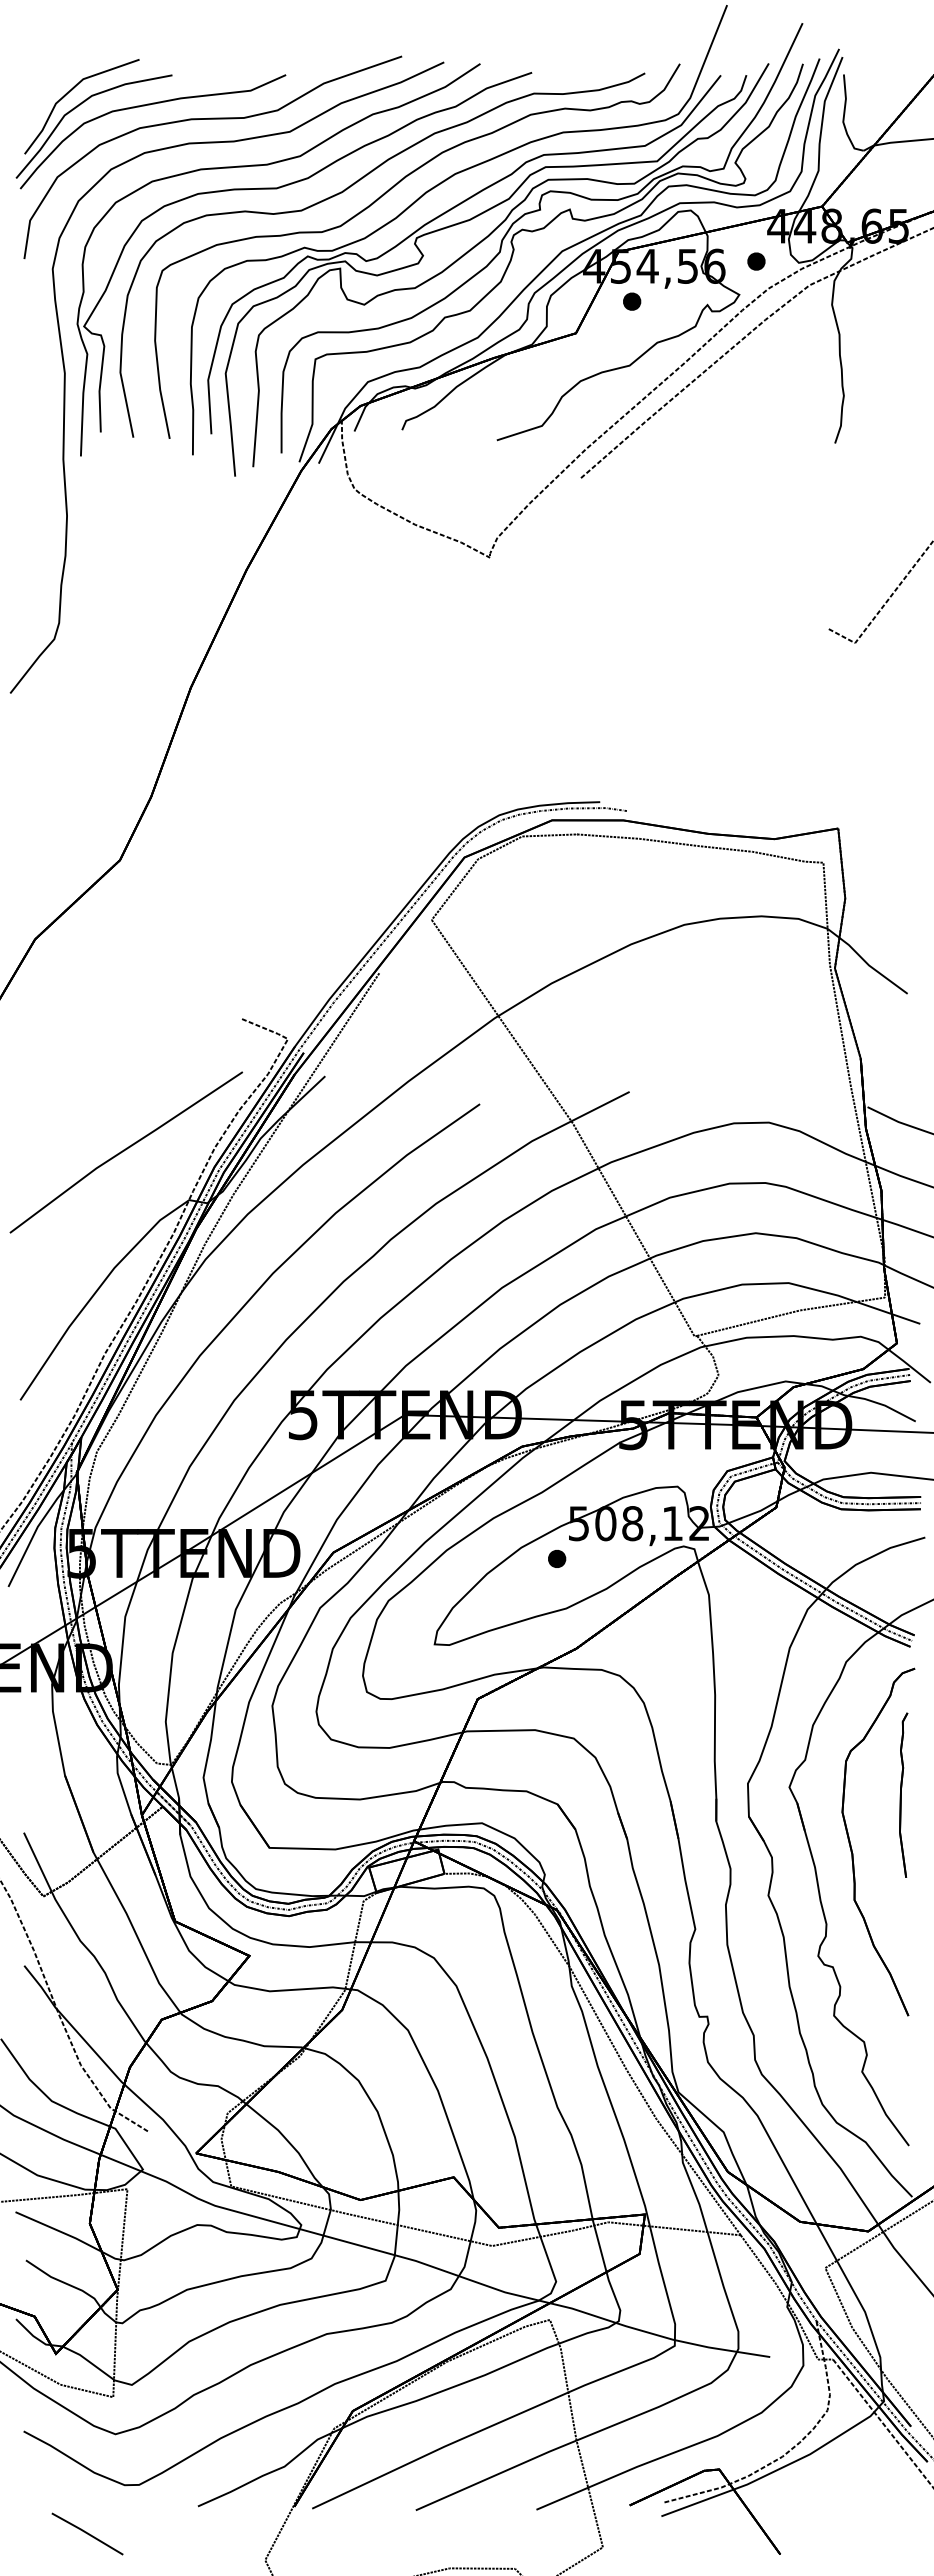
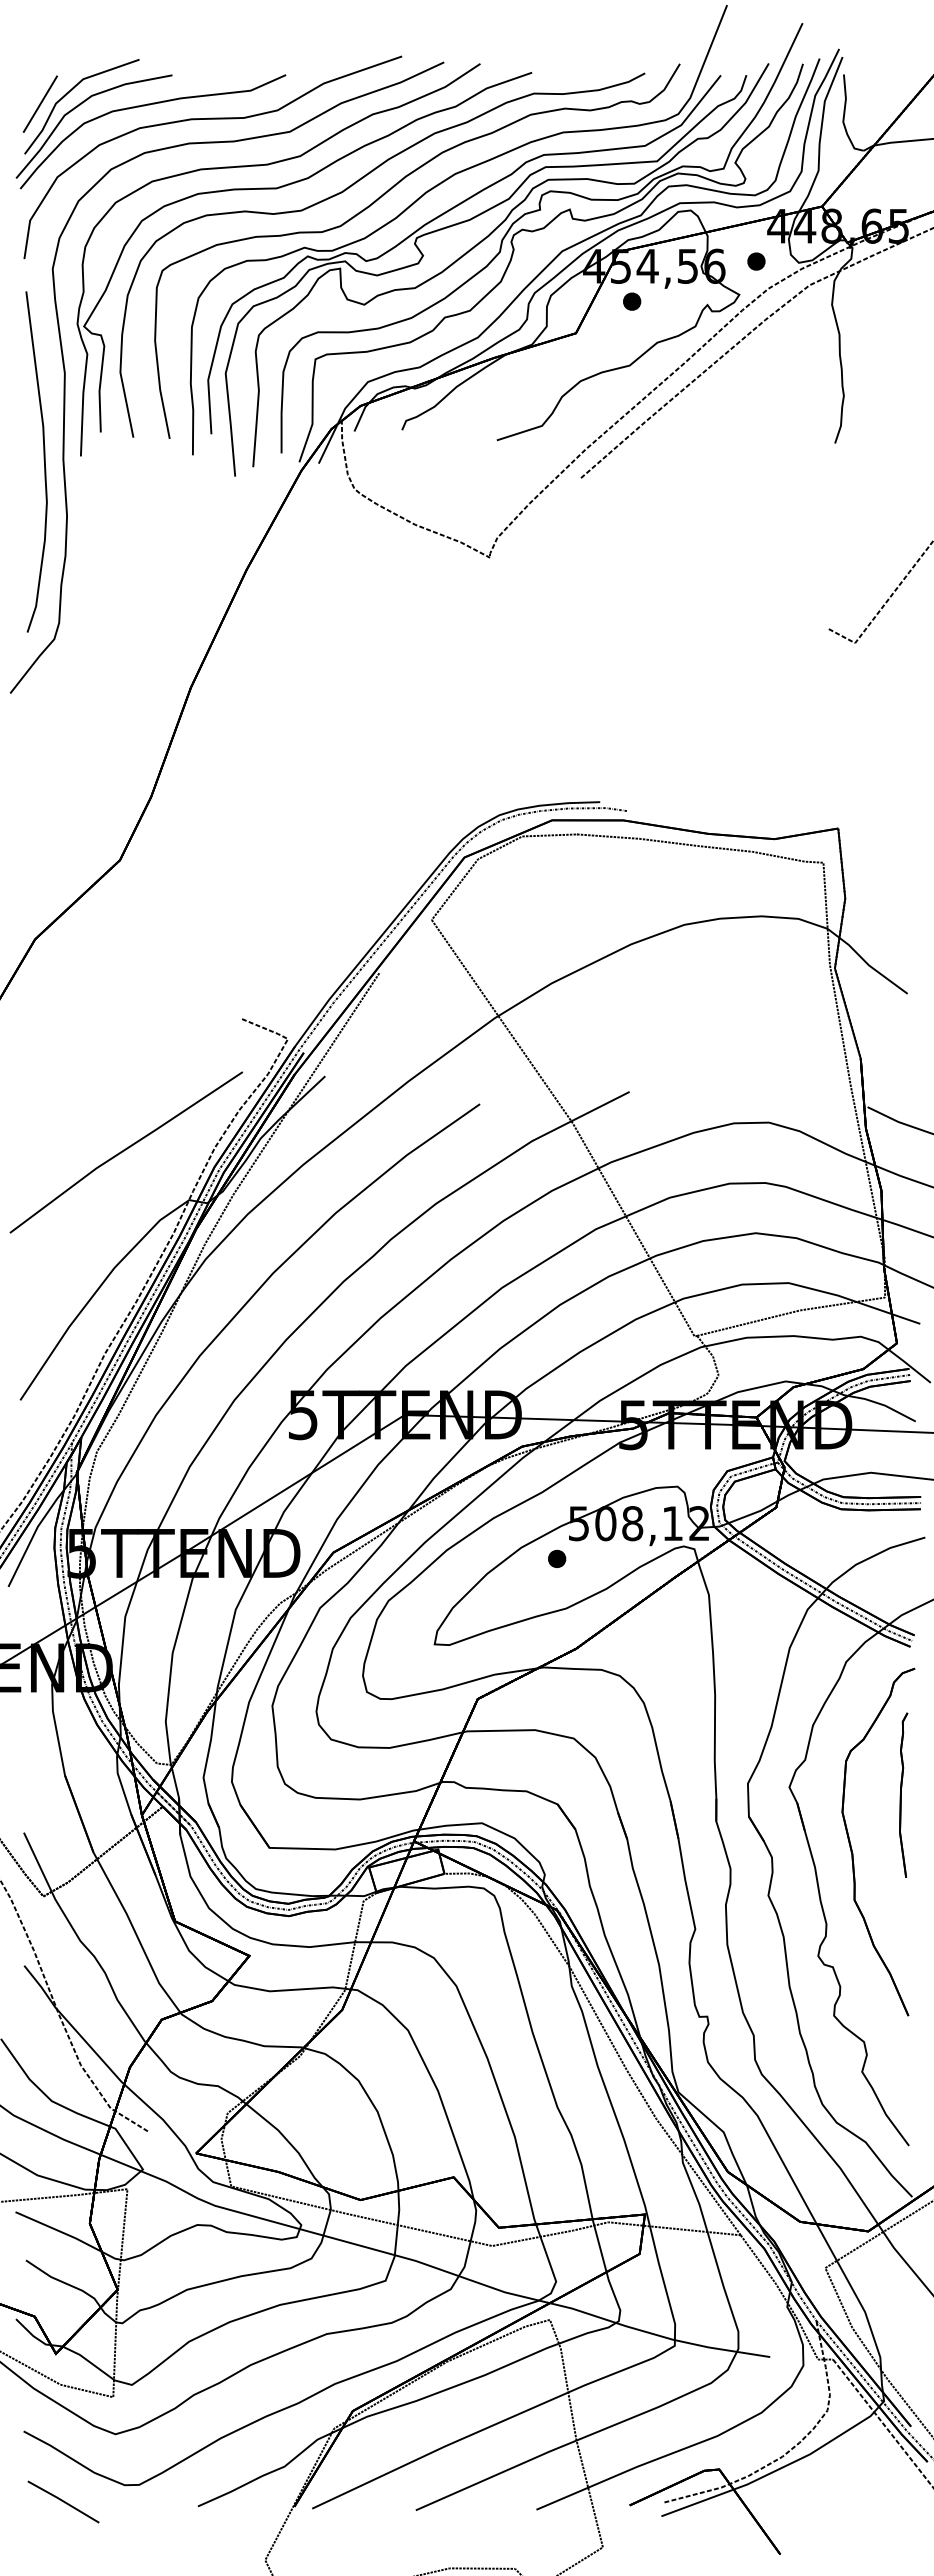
line at (39, 103): none -> present
curve at (43, 460): none -> present
line at (87, 2533) position: (87, 2533) -> (63, 2501)
